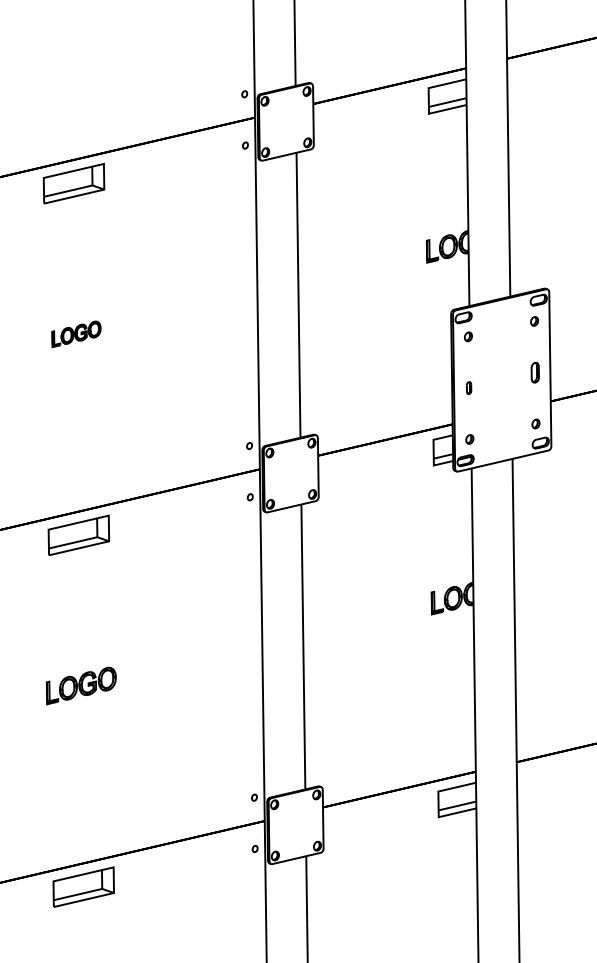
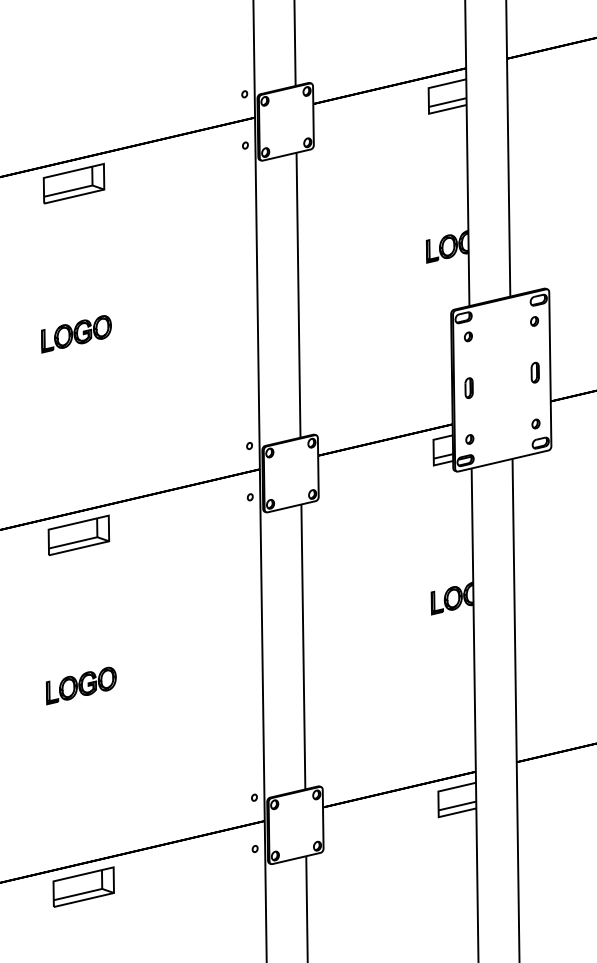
part at (76, 334) size: 51x29 px -> 71x39 px
part at (469, 387) size: 7x14 px -> 10x22 px
